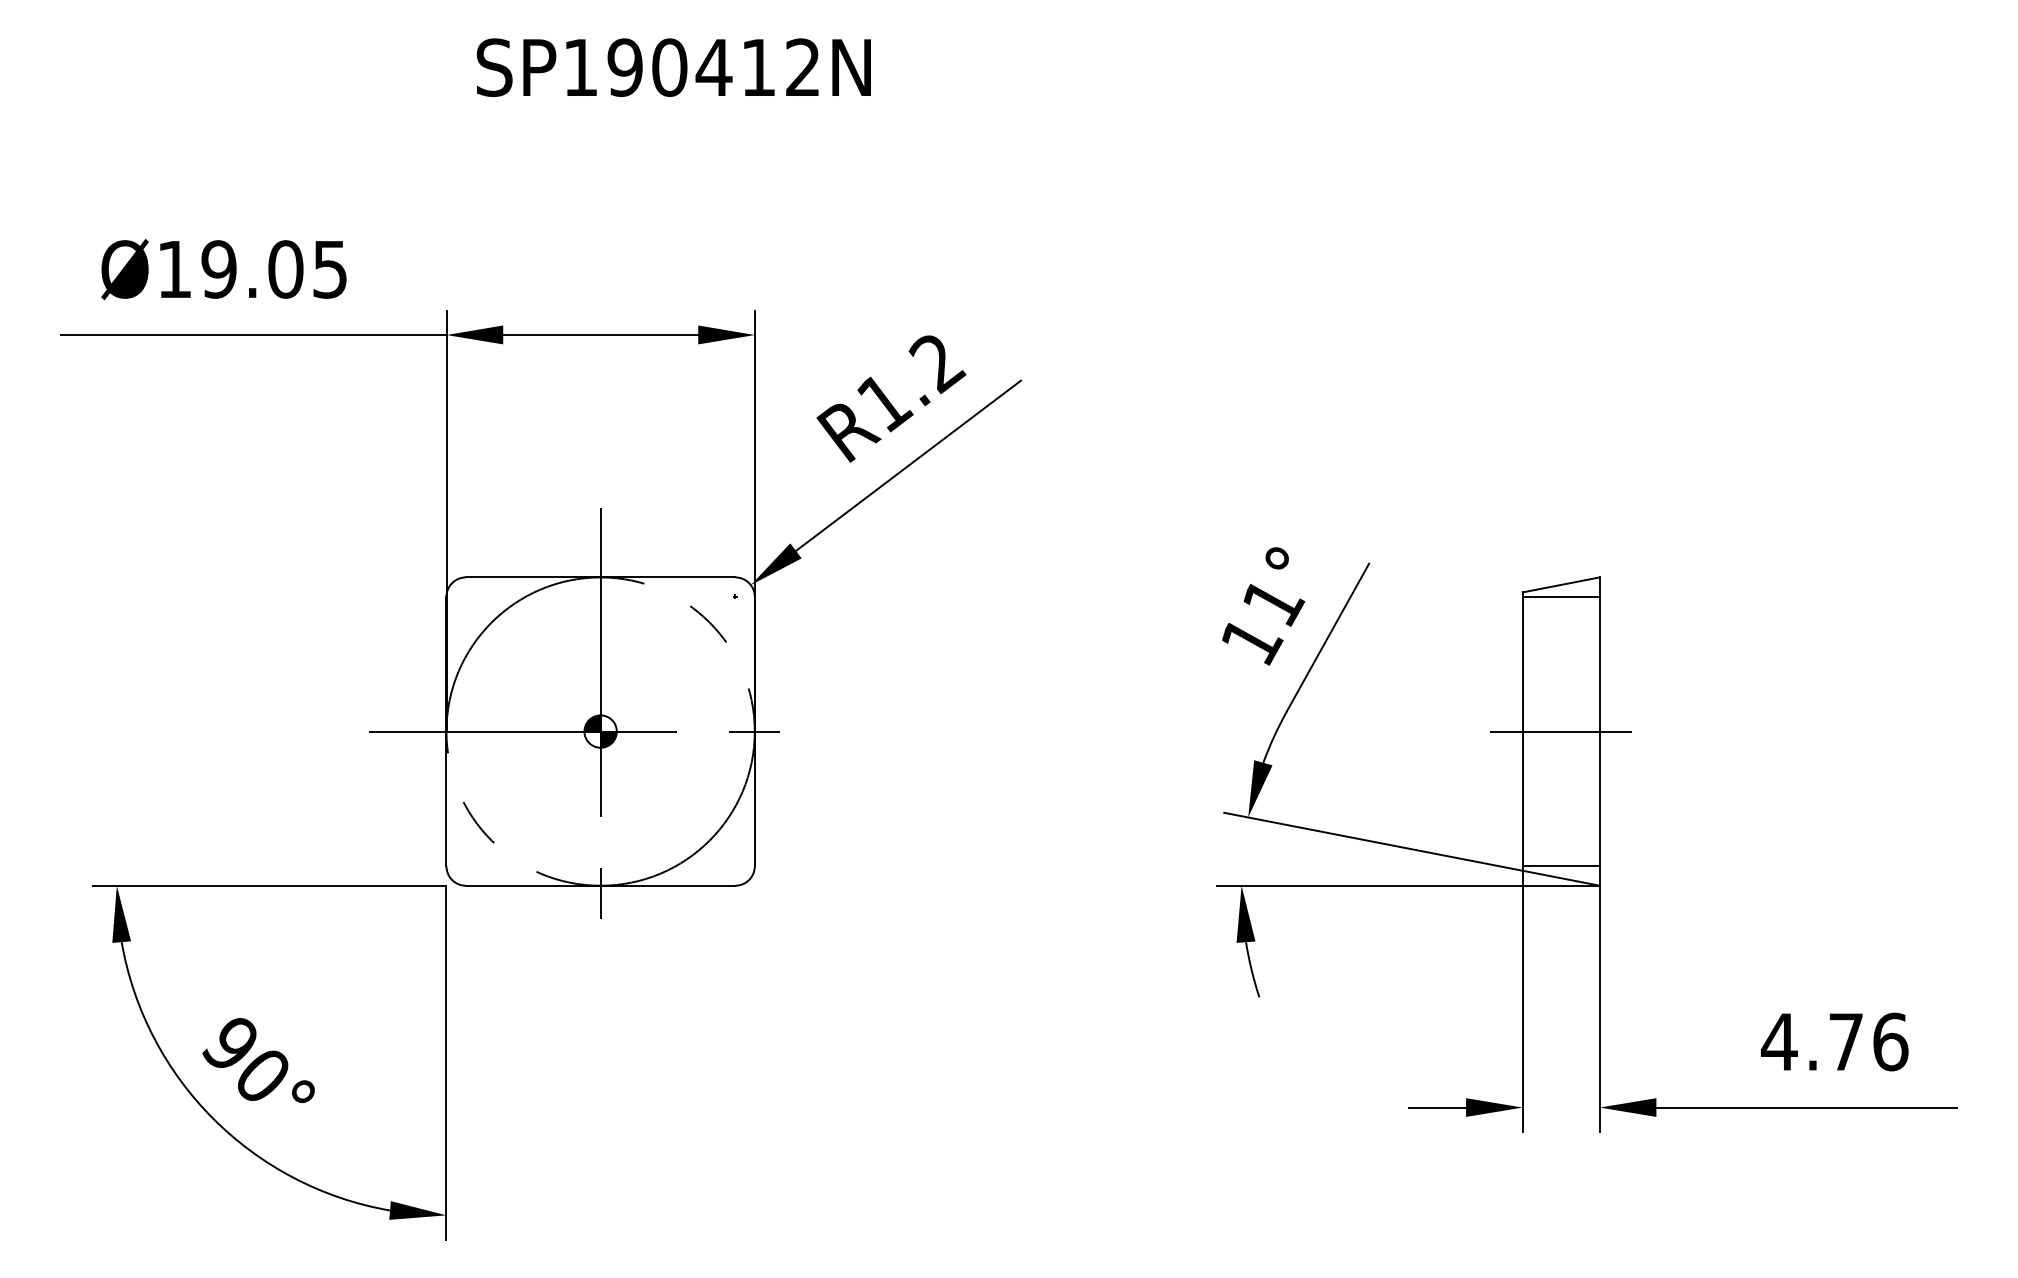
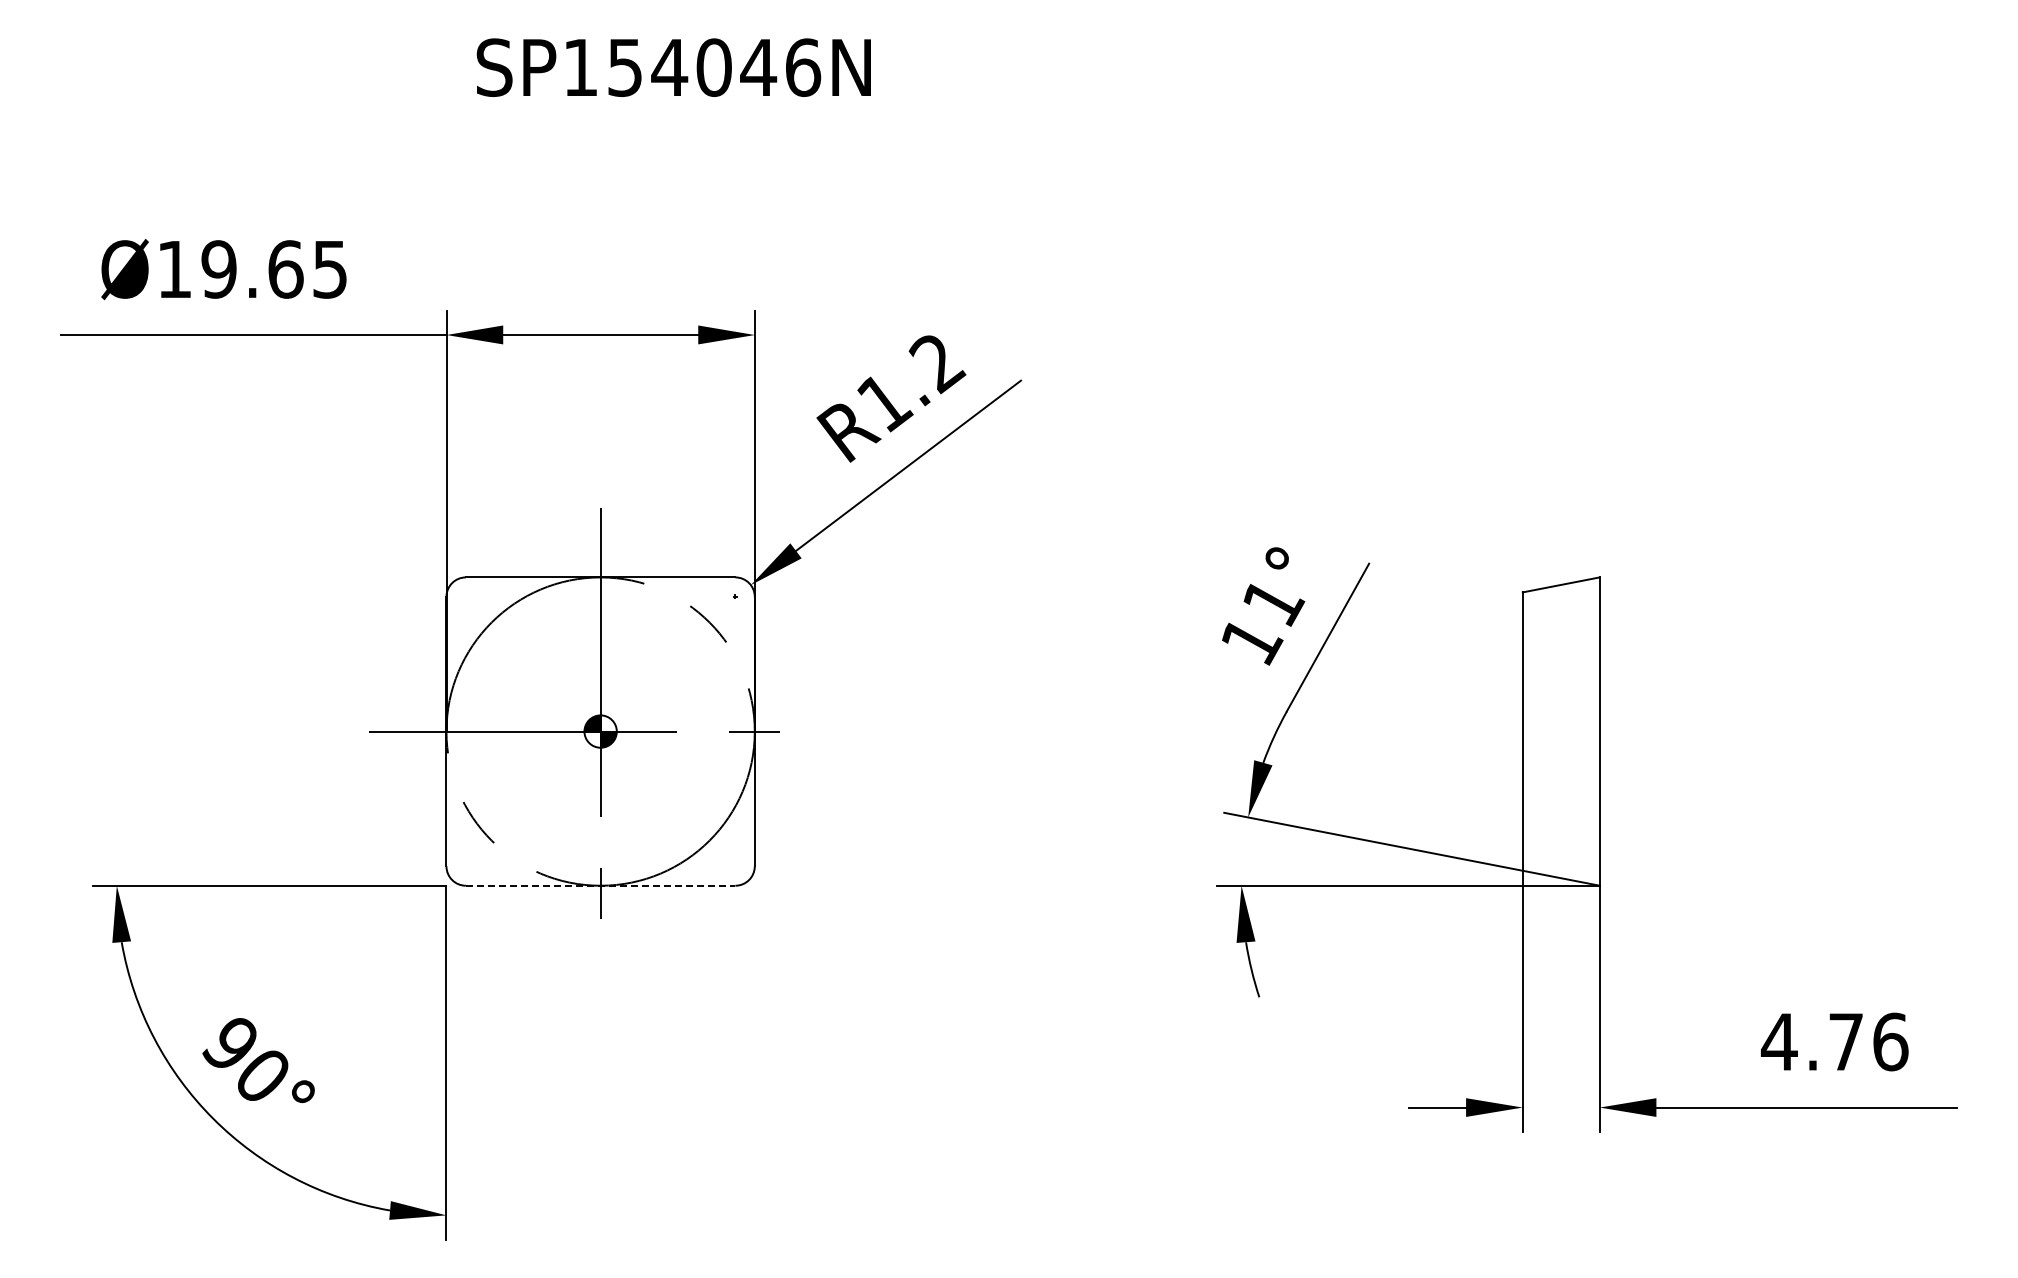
text at (714, 67): SP190412N -> SP154046N
text at (285, 269): Ø19.05 -> Ø19.65
line at (1560, 596): present -> none
line at (1561, 731): present -> none
line at (1560, 866): present -> none
line at (600, 885): solid -> dashed
